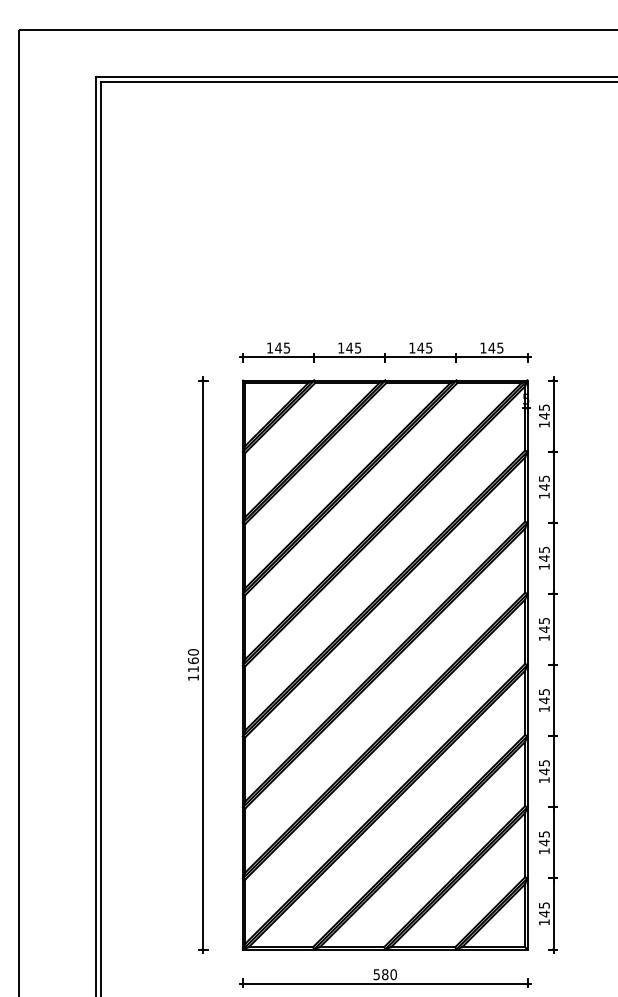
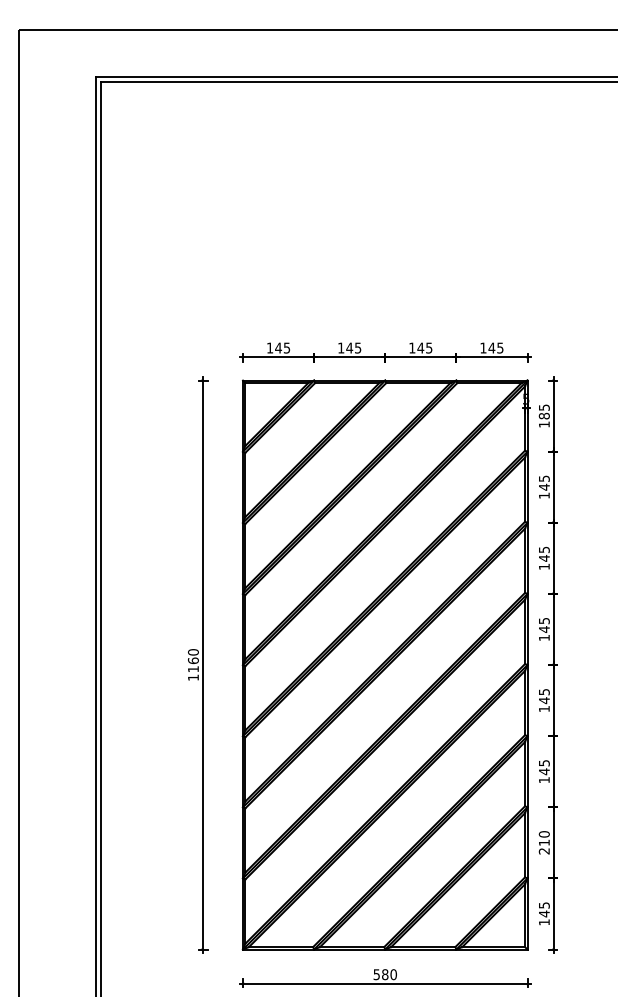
text at (543, 415): 145 -> 185
text at (543, 842): 145 -> 210
